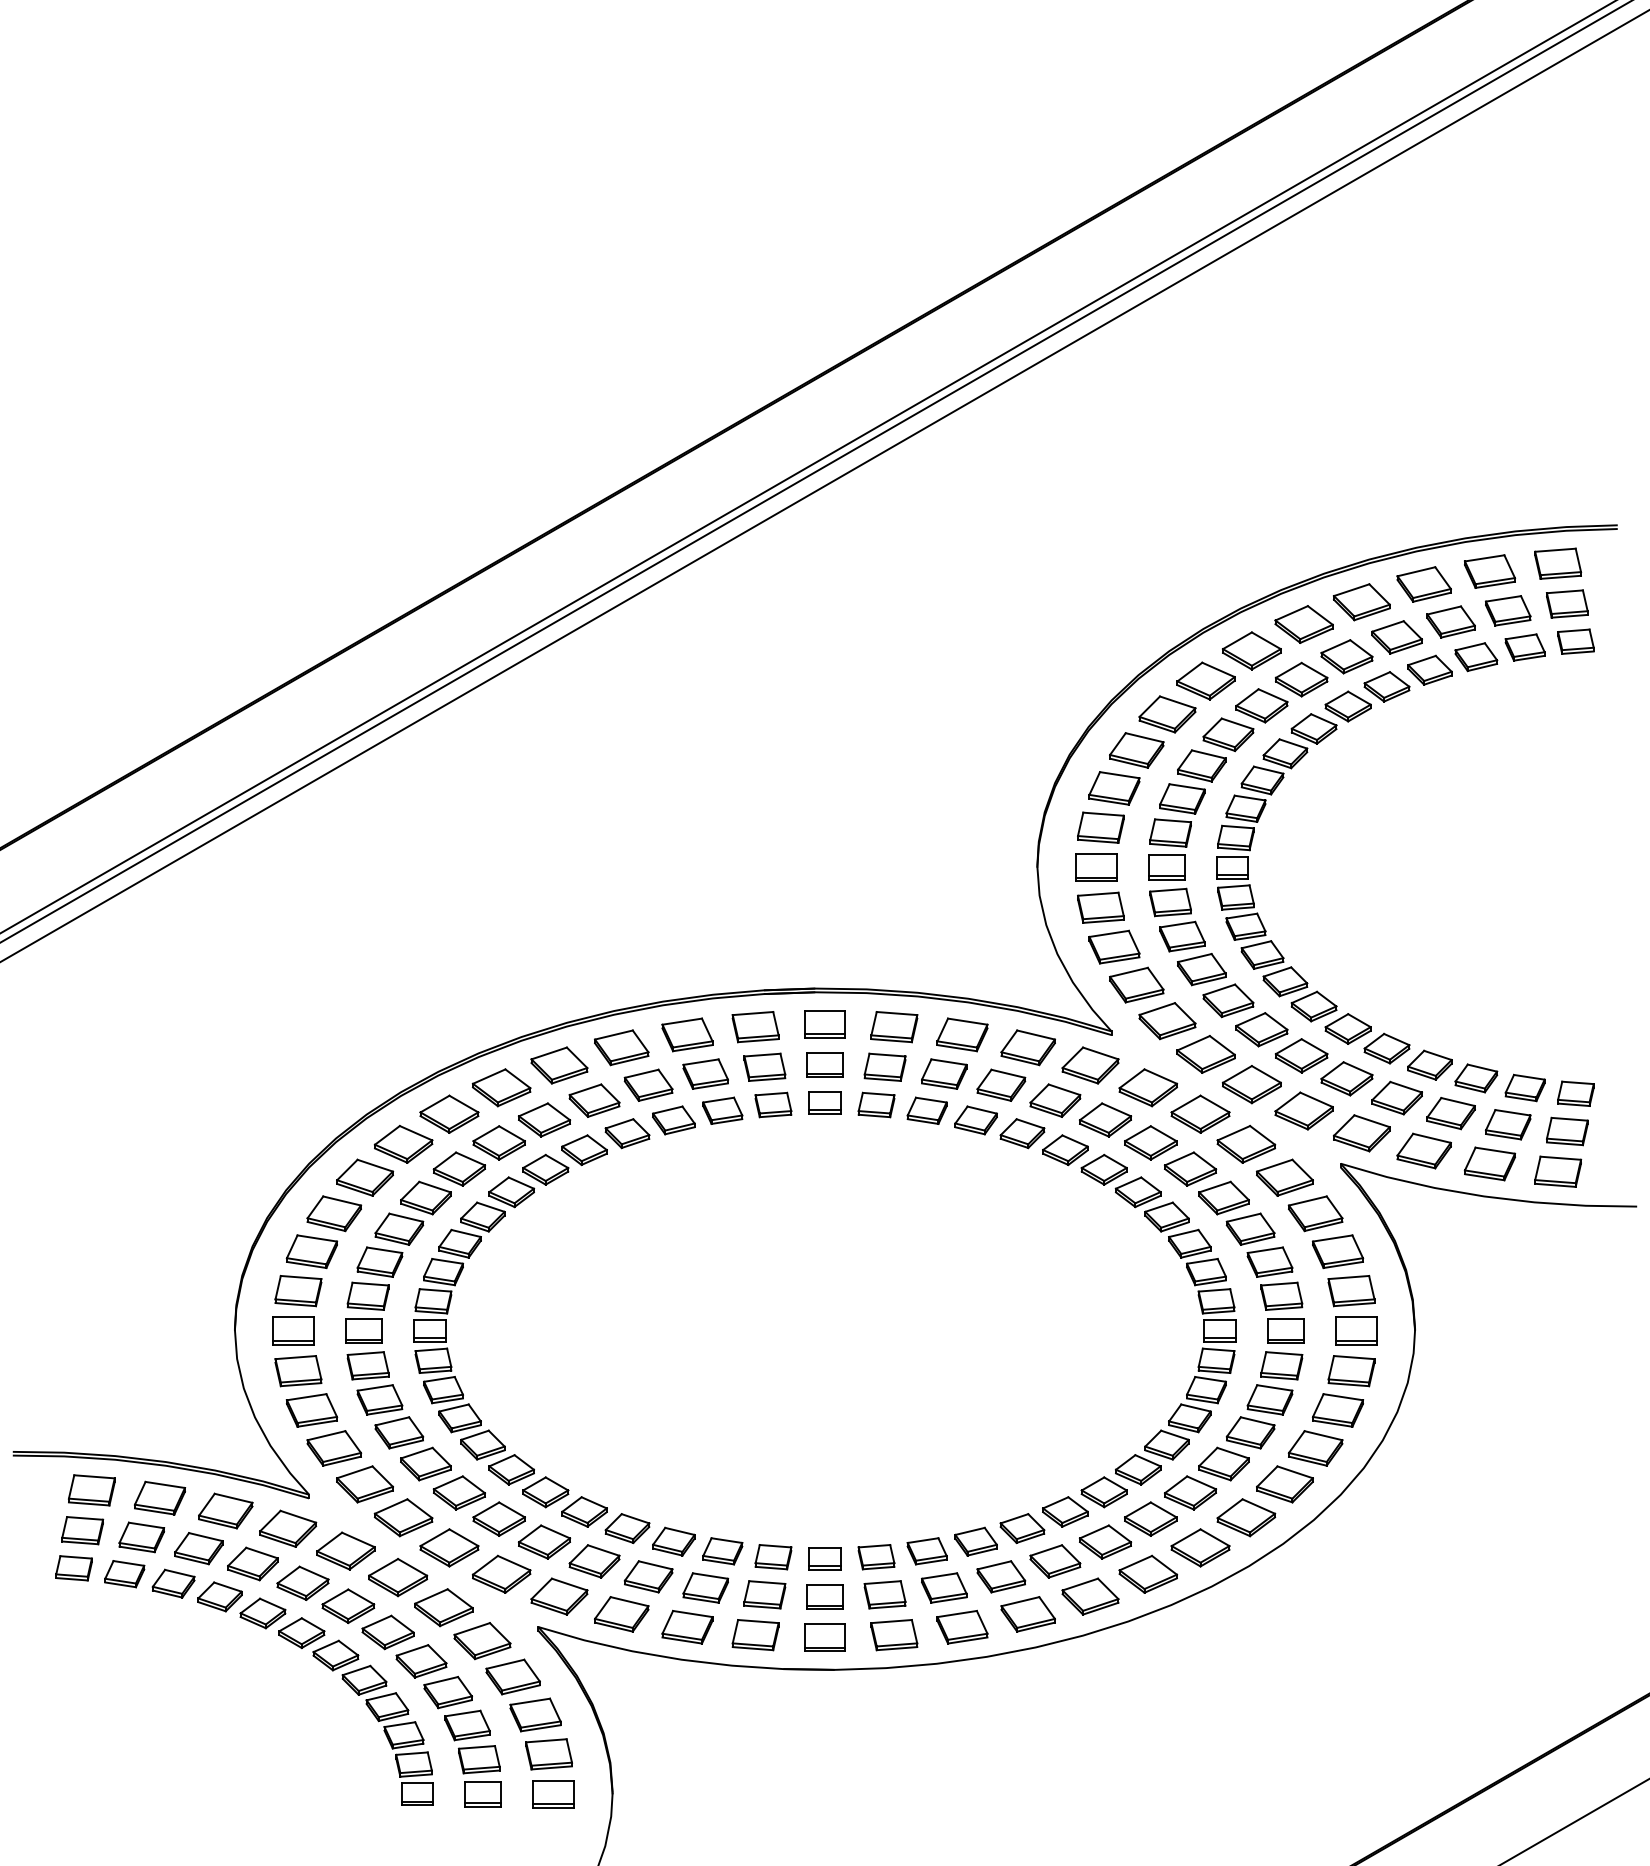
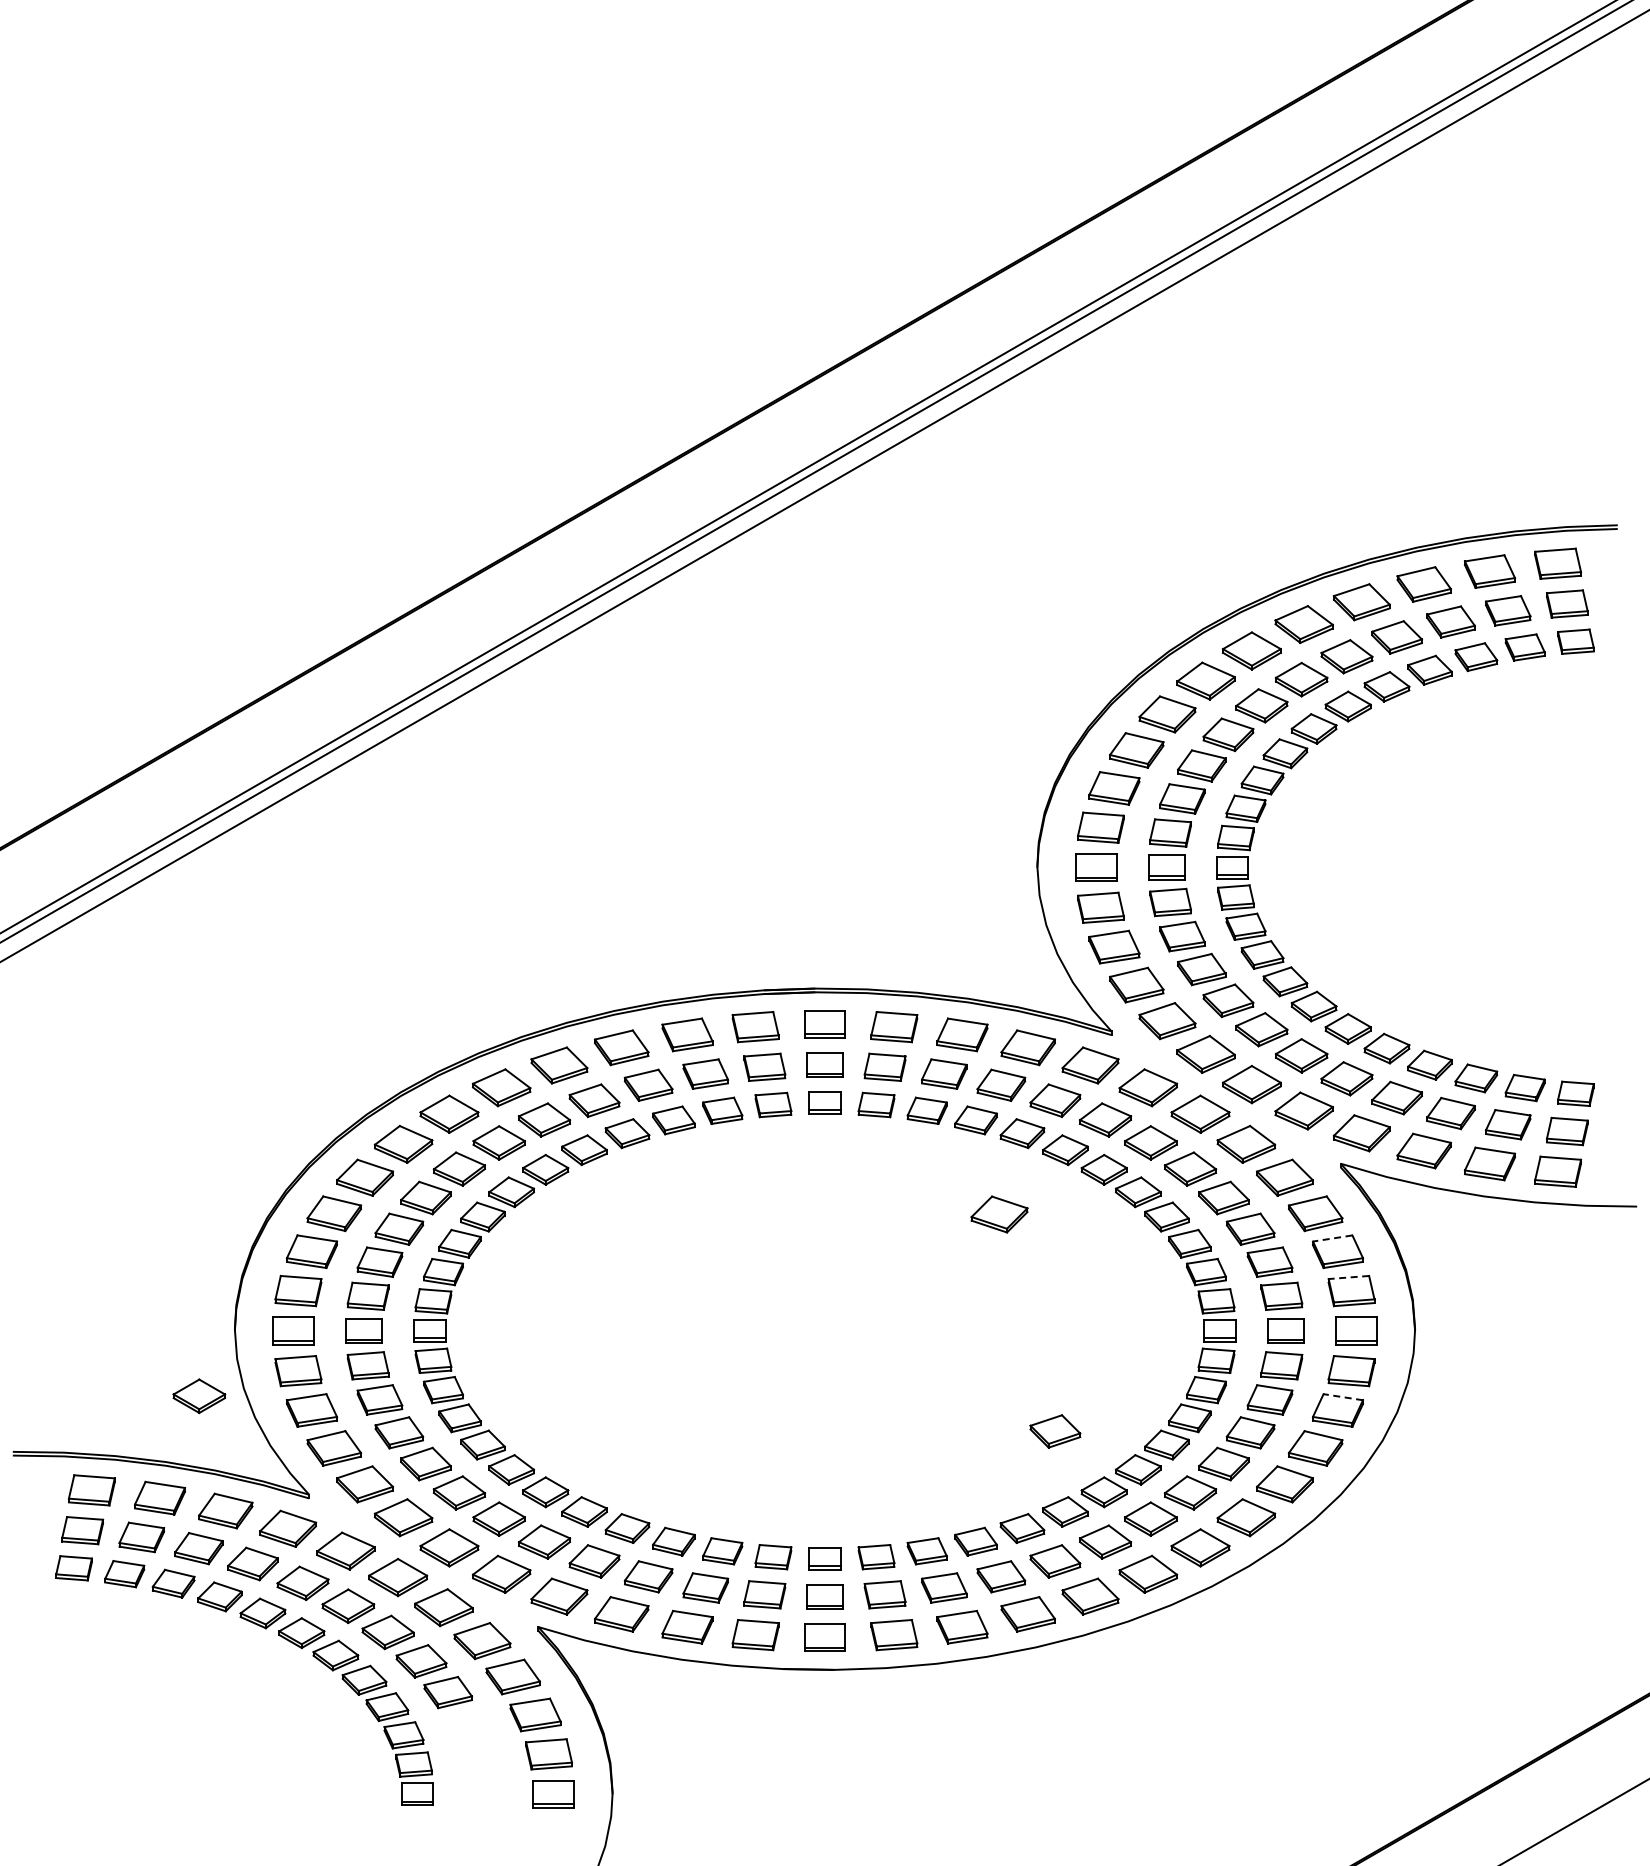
part at (999, 1214): none -> present
line at (1332, 1238): solid -> dashed
line at (1348, 1277): solid -> dashed
part at (199, 1396): none -> present
line at (1343, 1397): solid -> dashed
part at (1055, 1431): none -> present
part at (472, 1758): present -> none
